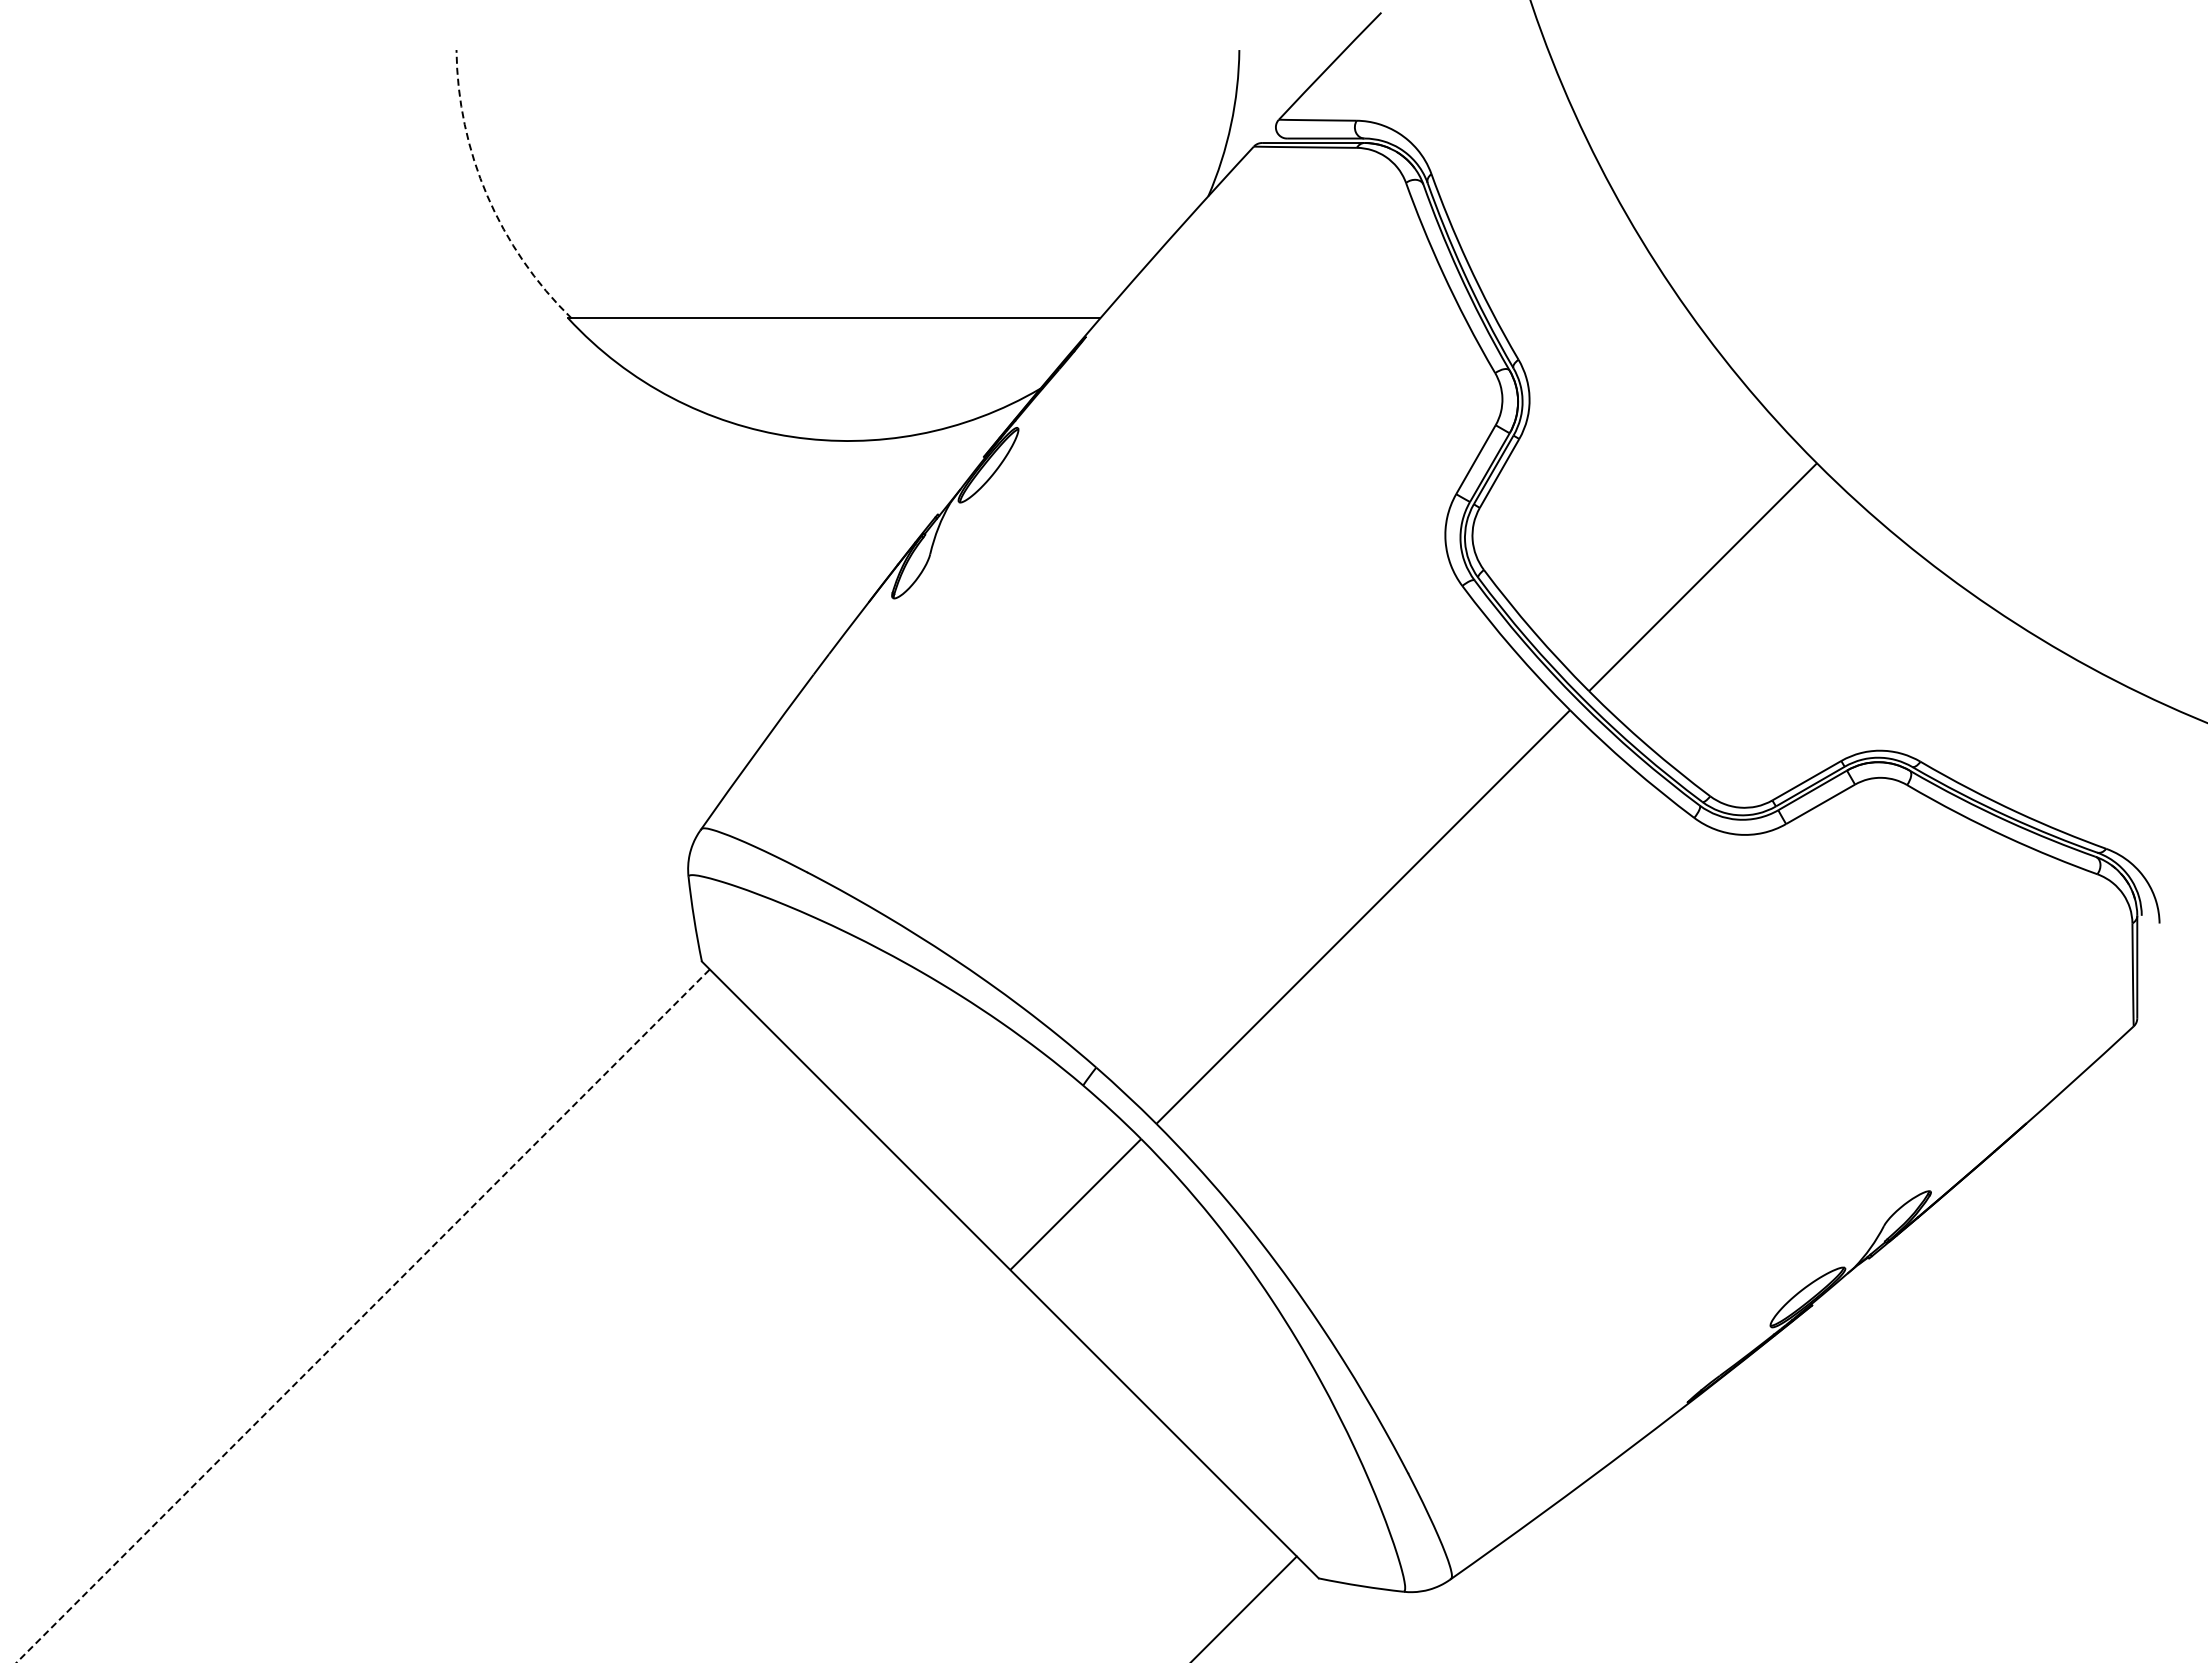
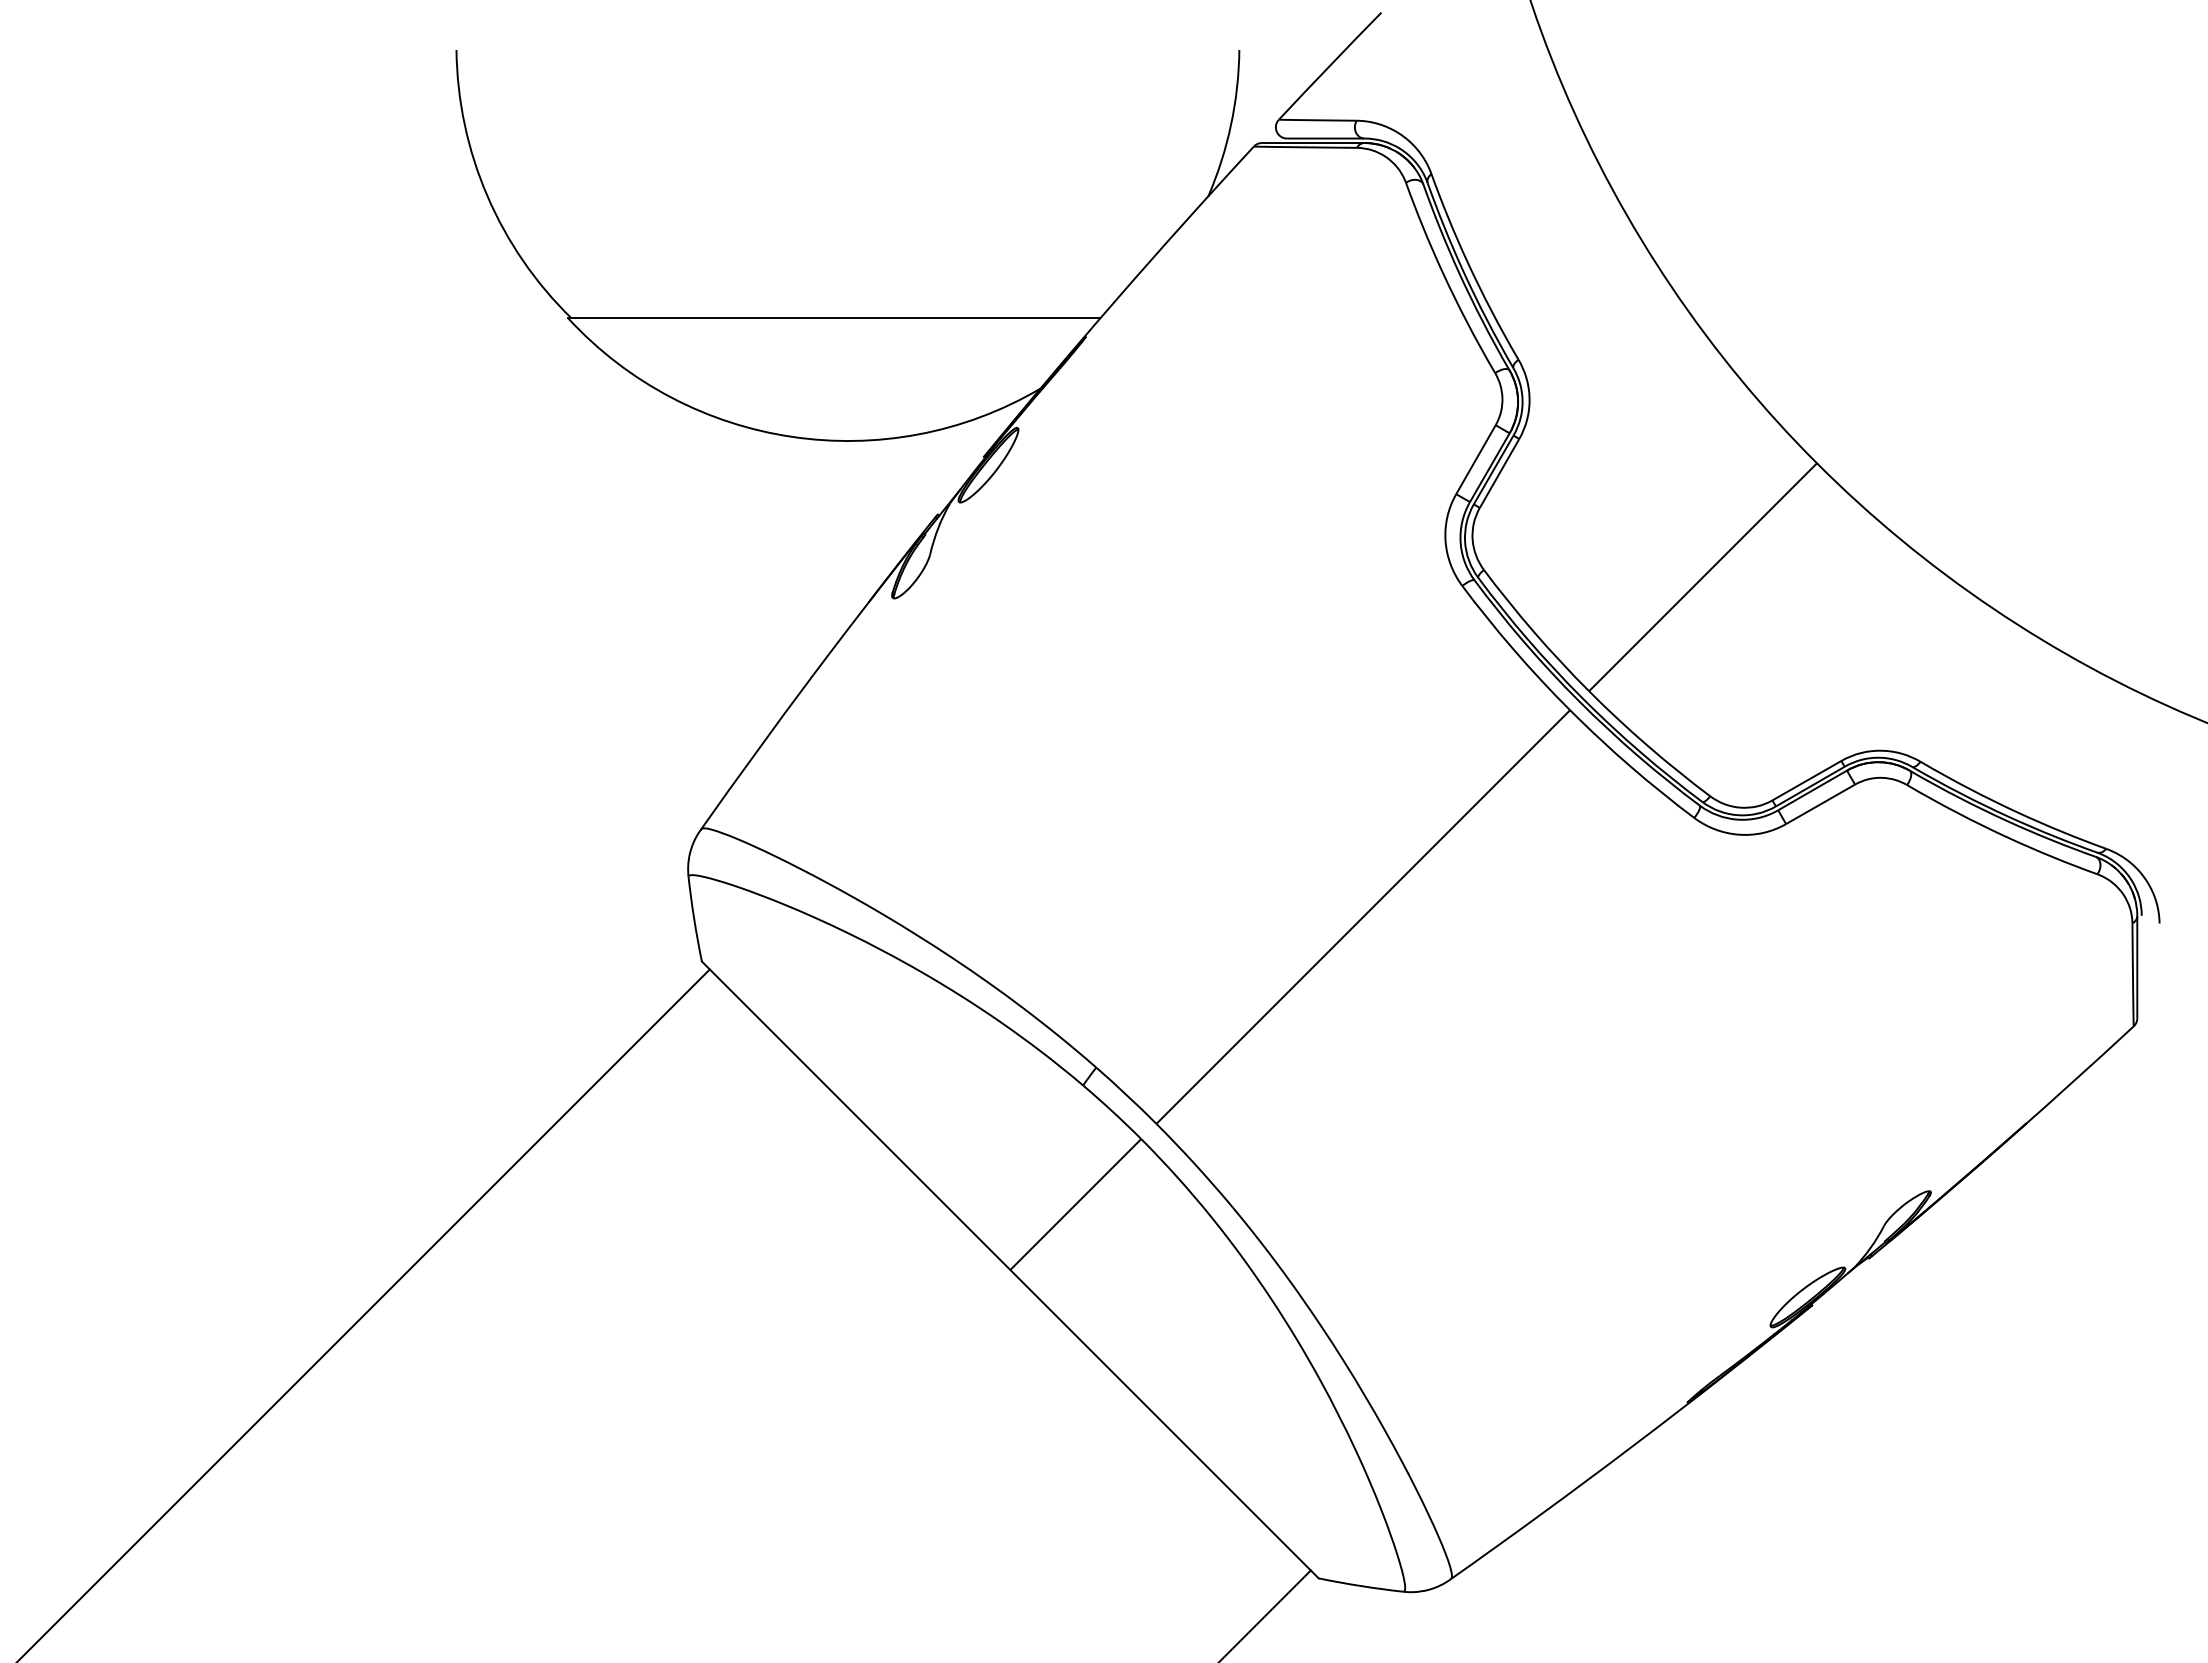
arc at (487, 195): dashed -> solid
line at (363, 1315): dashed -> solid
line at (1244, 1607) position: (1244, 1607) -> (1265, 1614)
